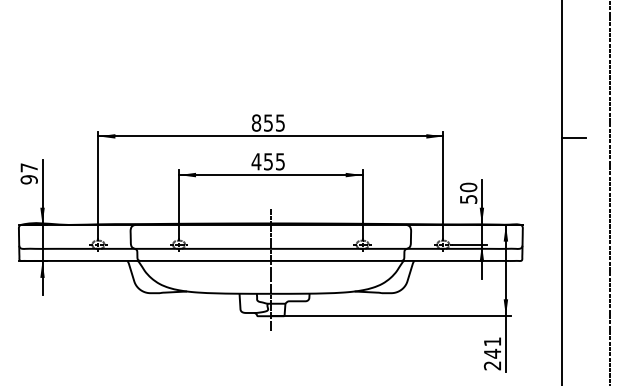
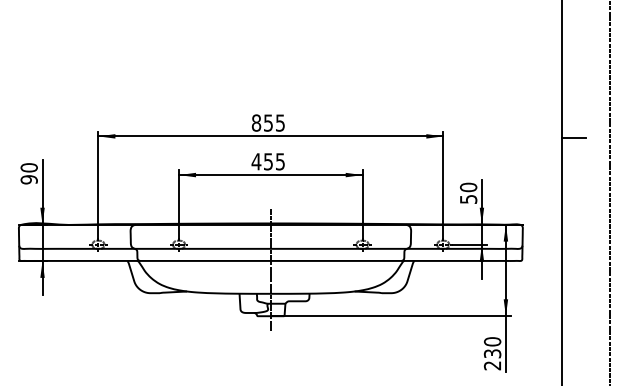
text at (28, 167): 97 -> 90
text at (492, 347): 241 -> 230
